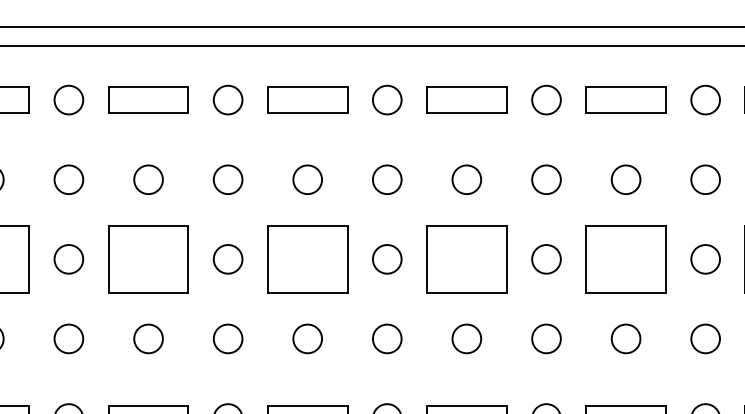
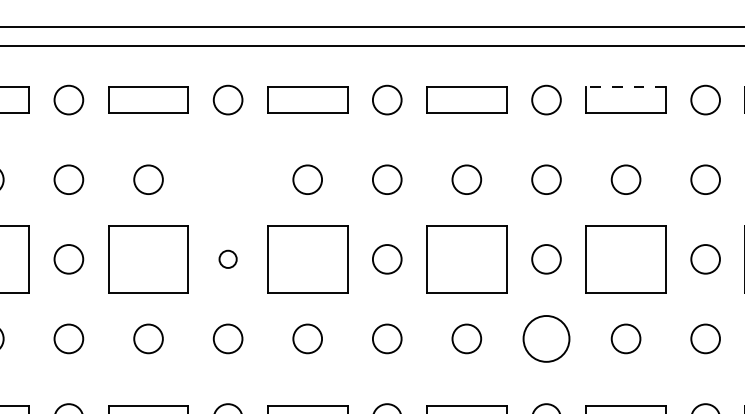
line at (626, 87): solid -> dashed
circle at (227, 179): present -> none
circle at (227, 259) diameter: 29 px -> 17 px
circle at (546, 338) diameter: 29 px -> 46 px
